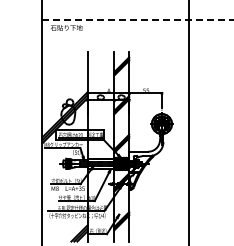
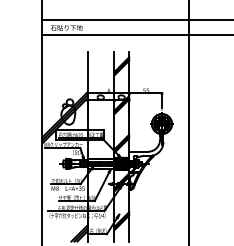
line at (138, 19): dashed -> solid
line at (136, 35): none -> present
